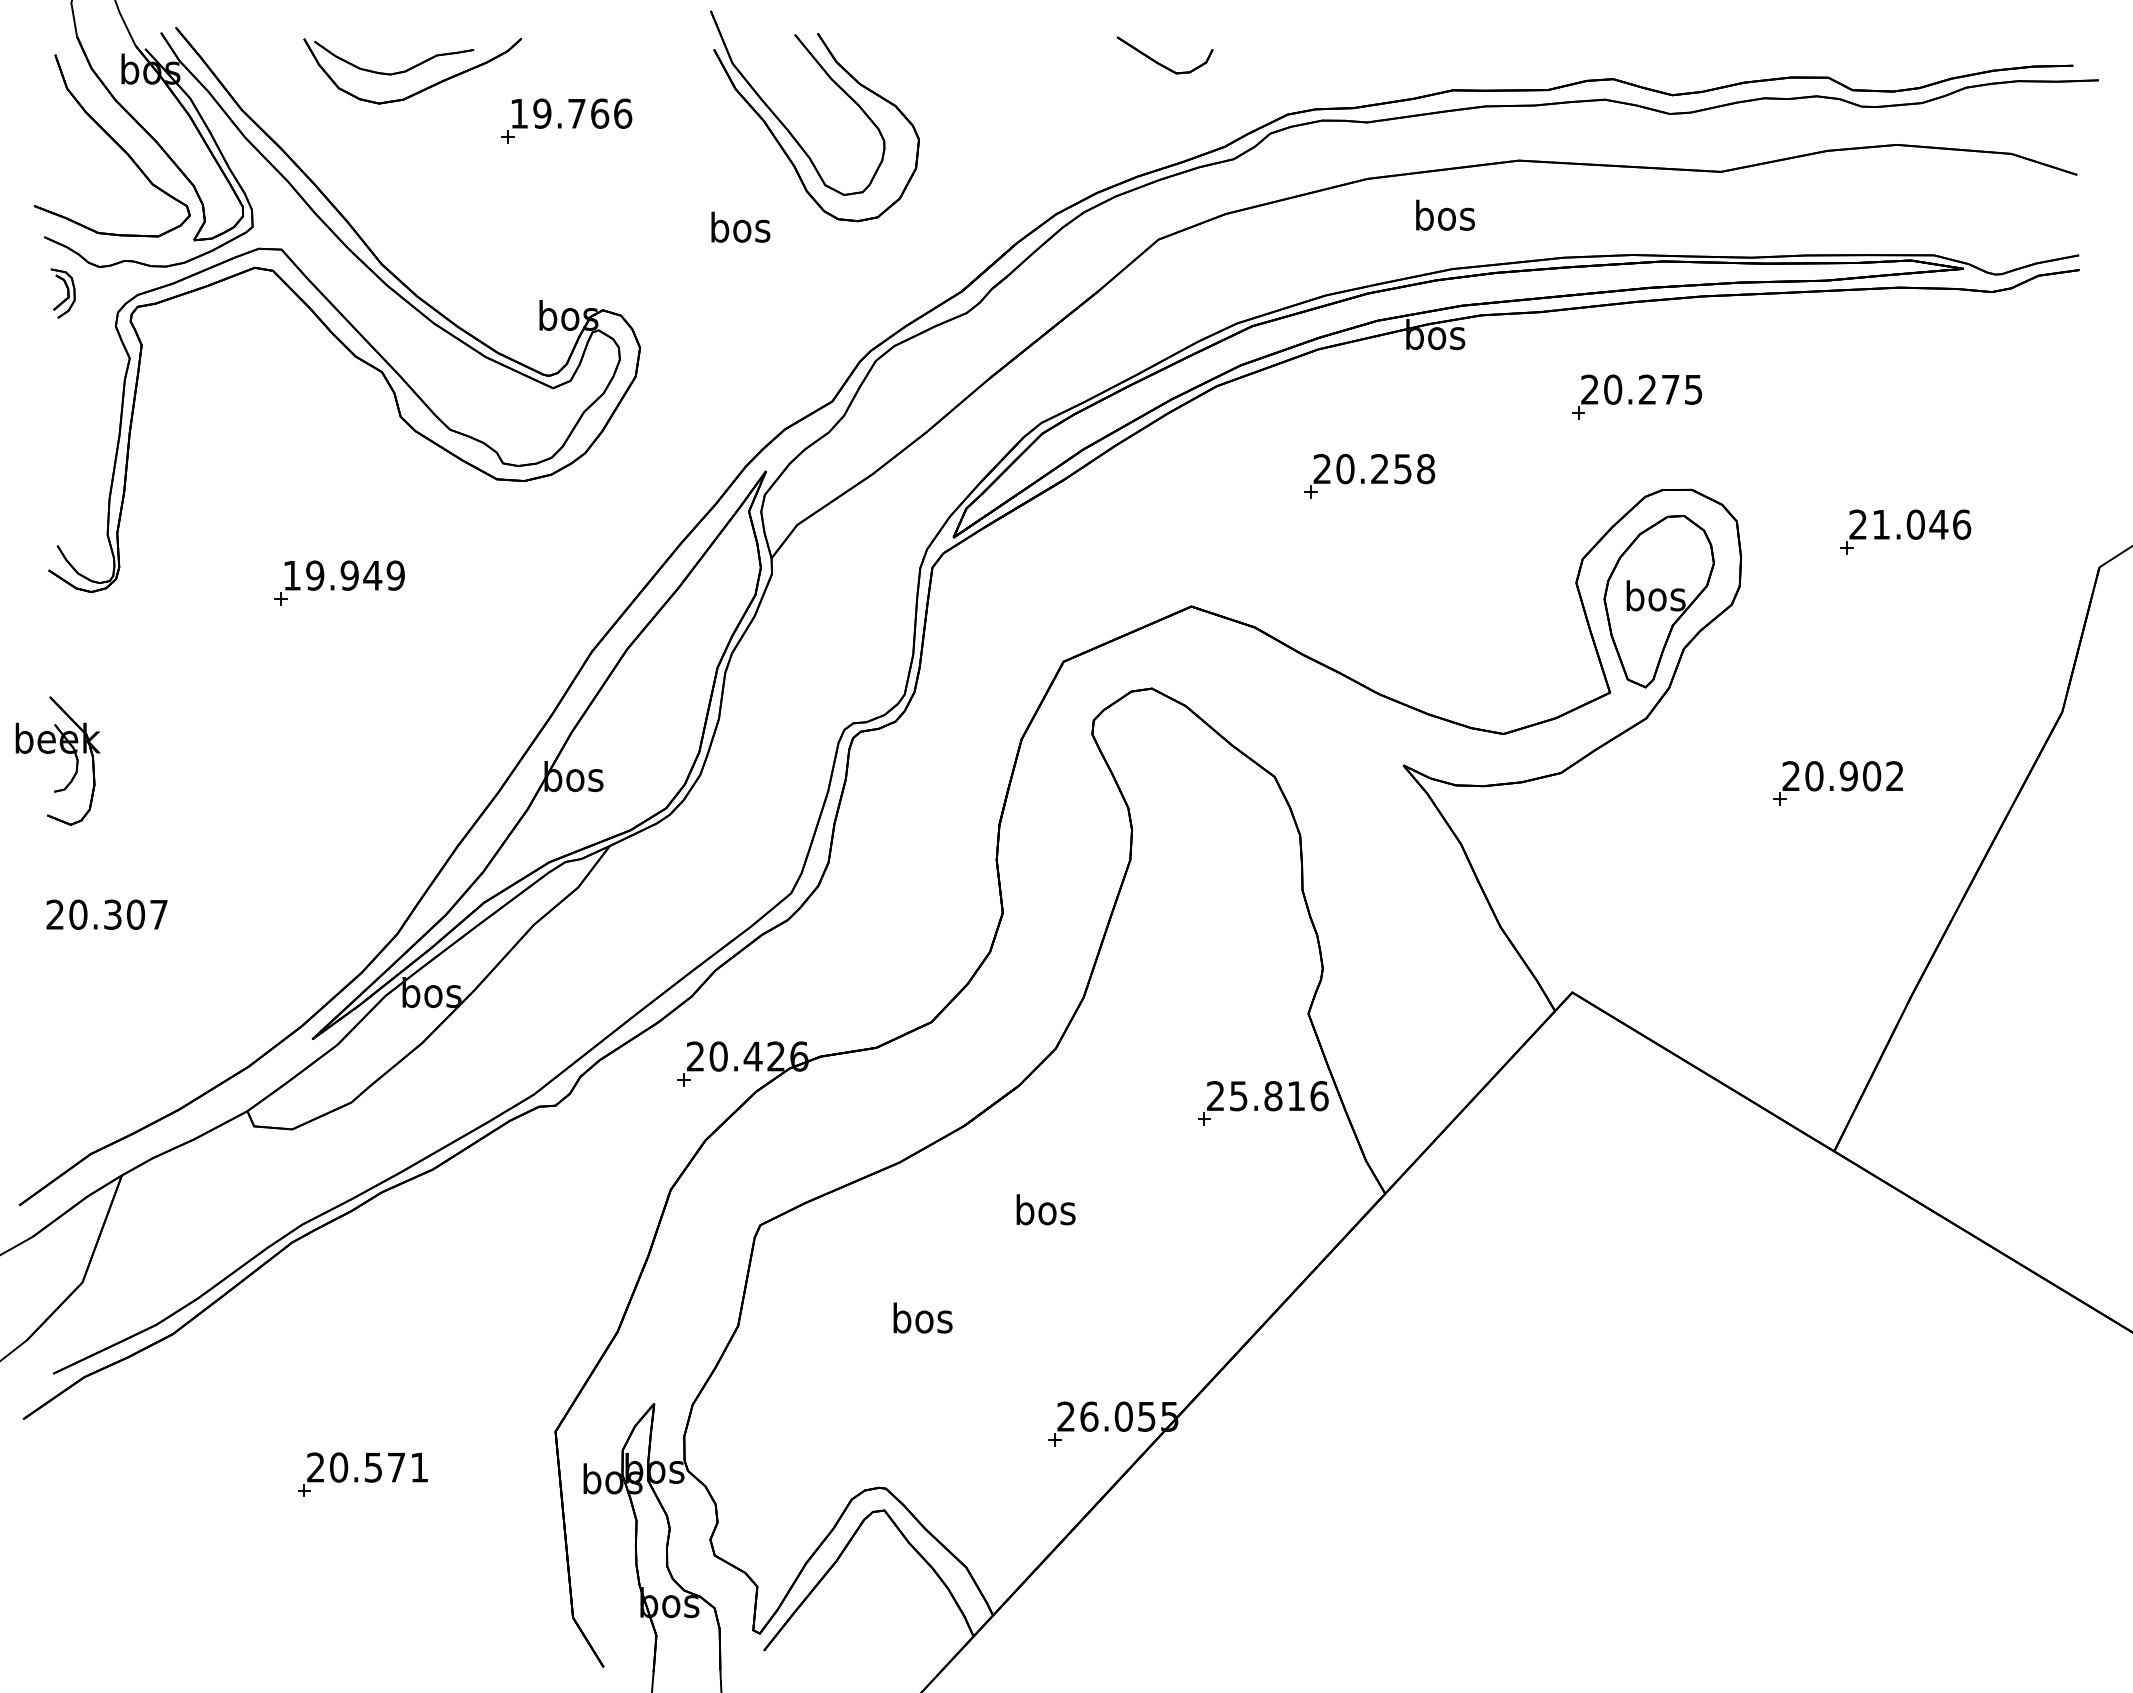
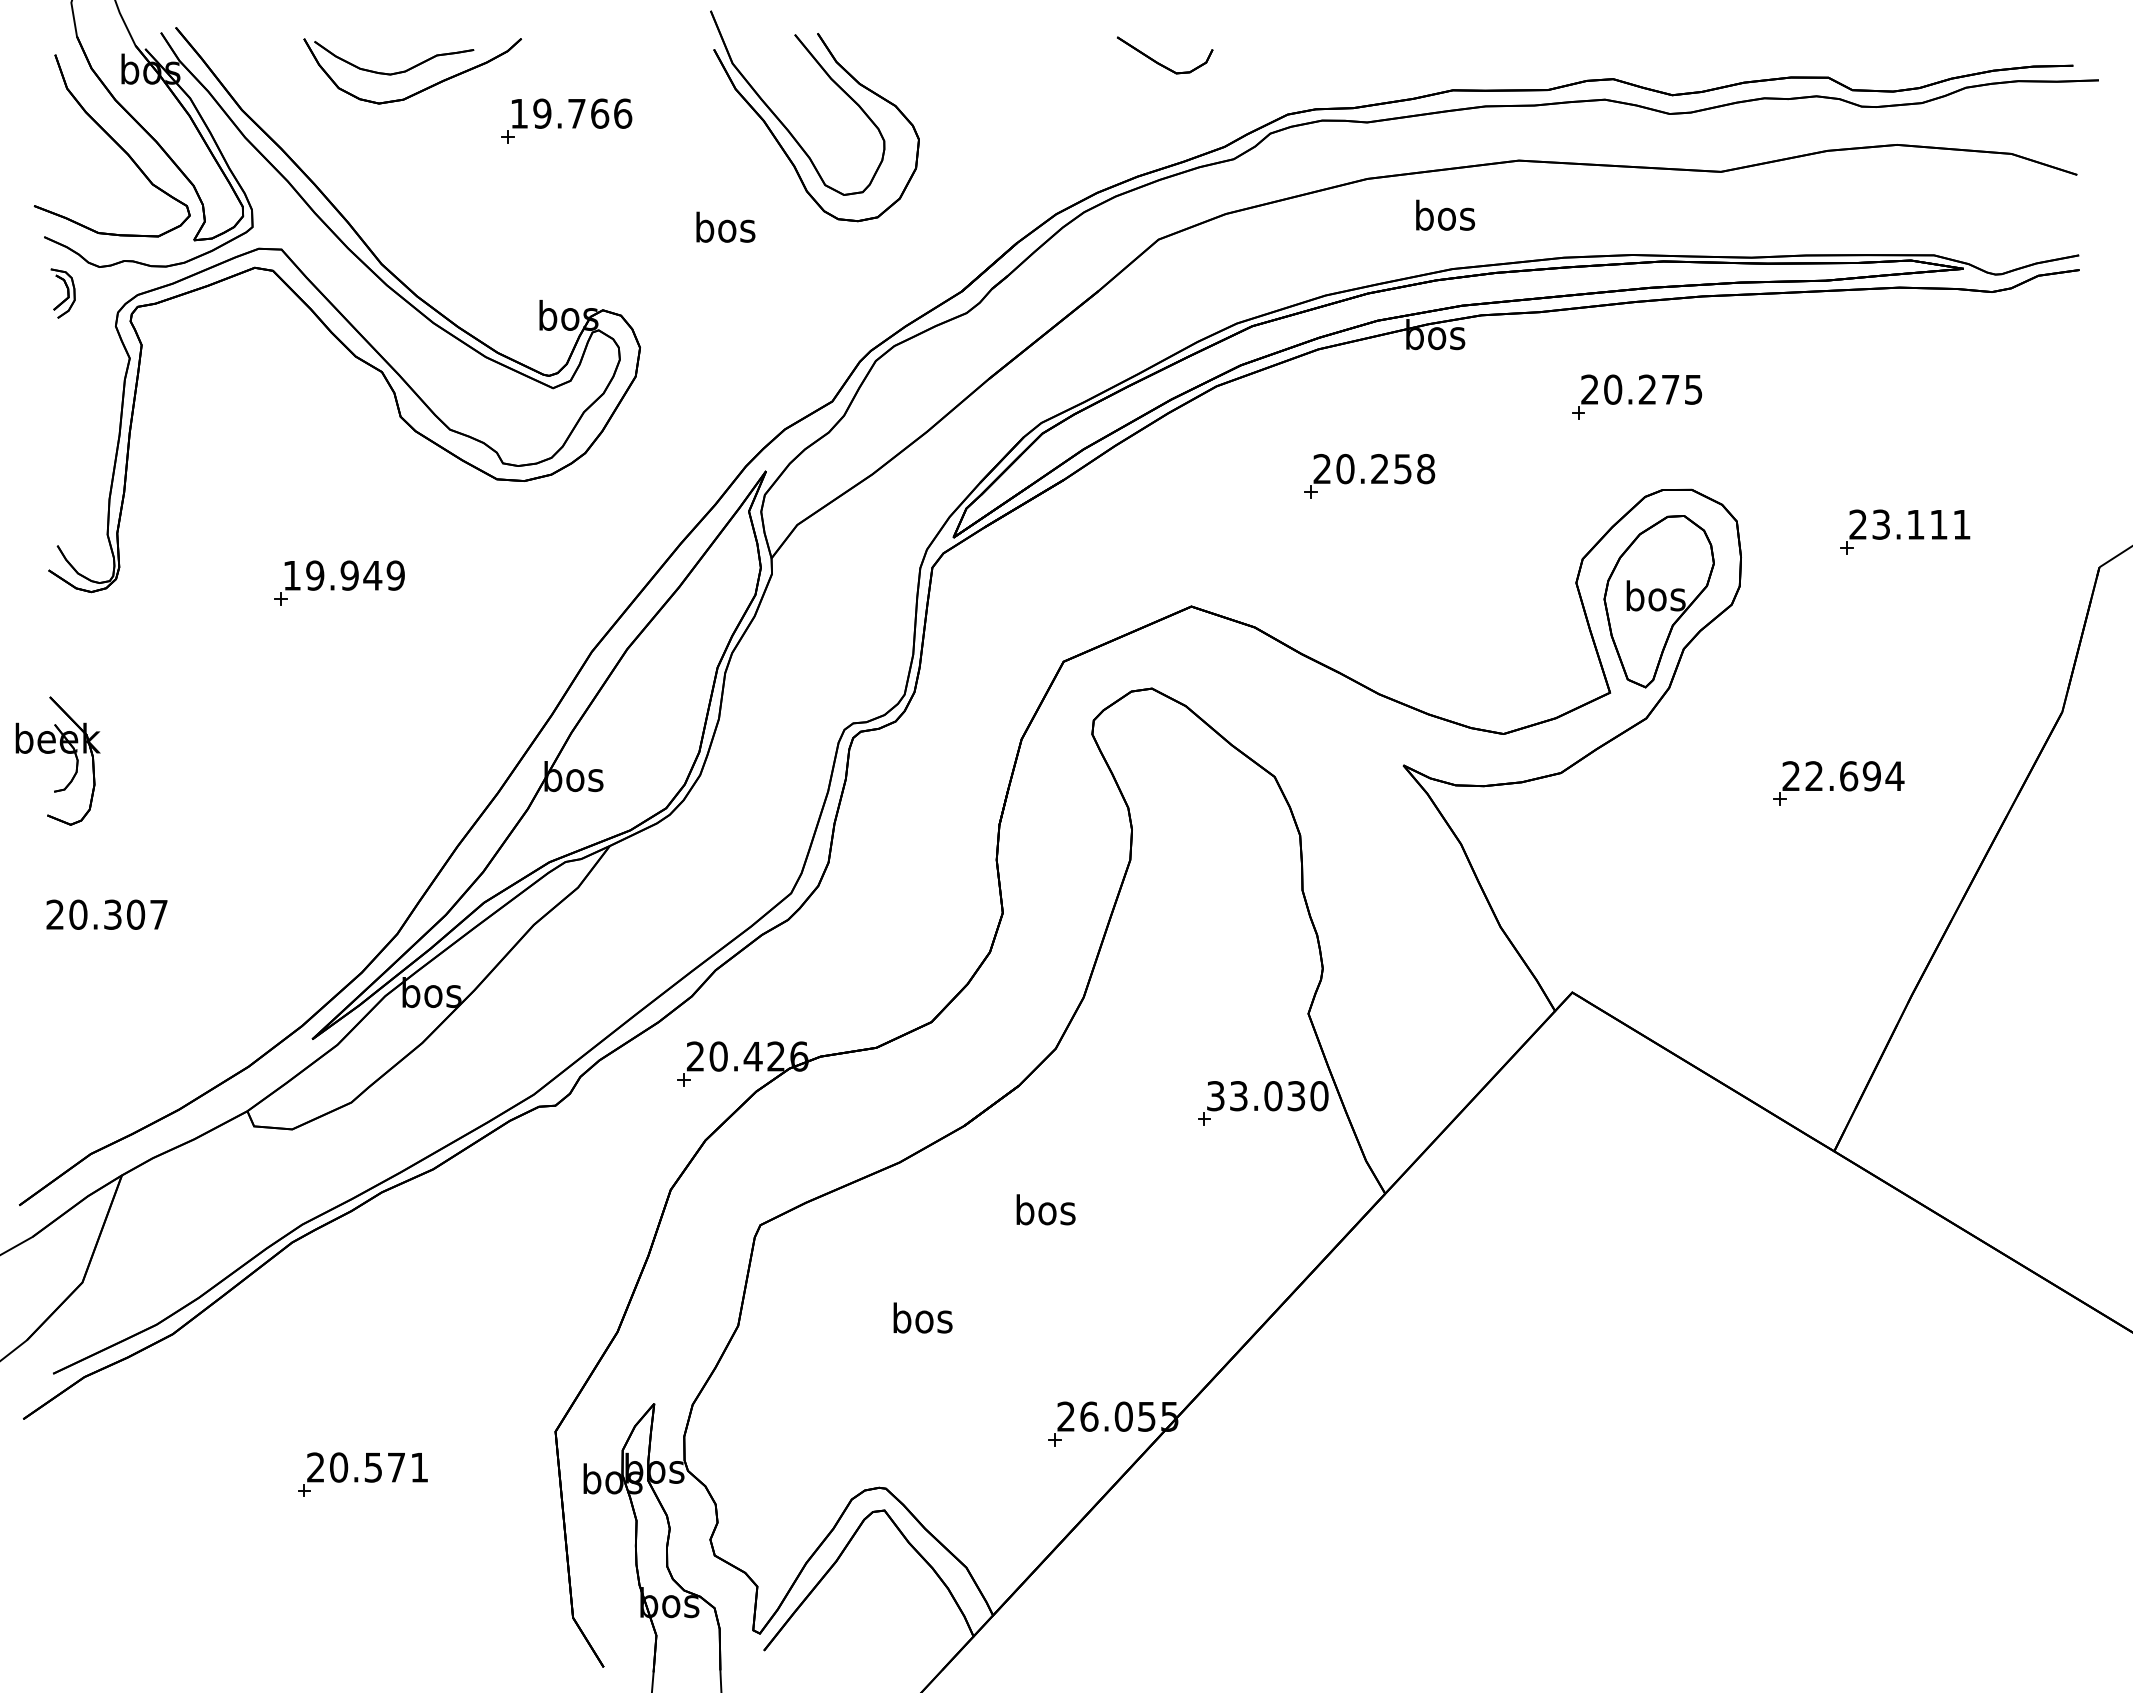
text at (740, 226) position: (740, 226) -> (725, 226)
text at (1921, 524): 21.046 -> 23.111
text at (1854, 776): 20.902 -> 22.694
text at (1267, 1096): 25.816 -> 33.030
